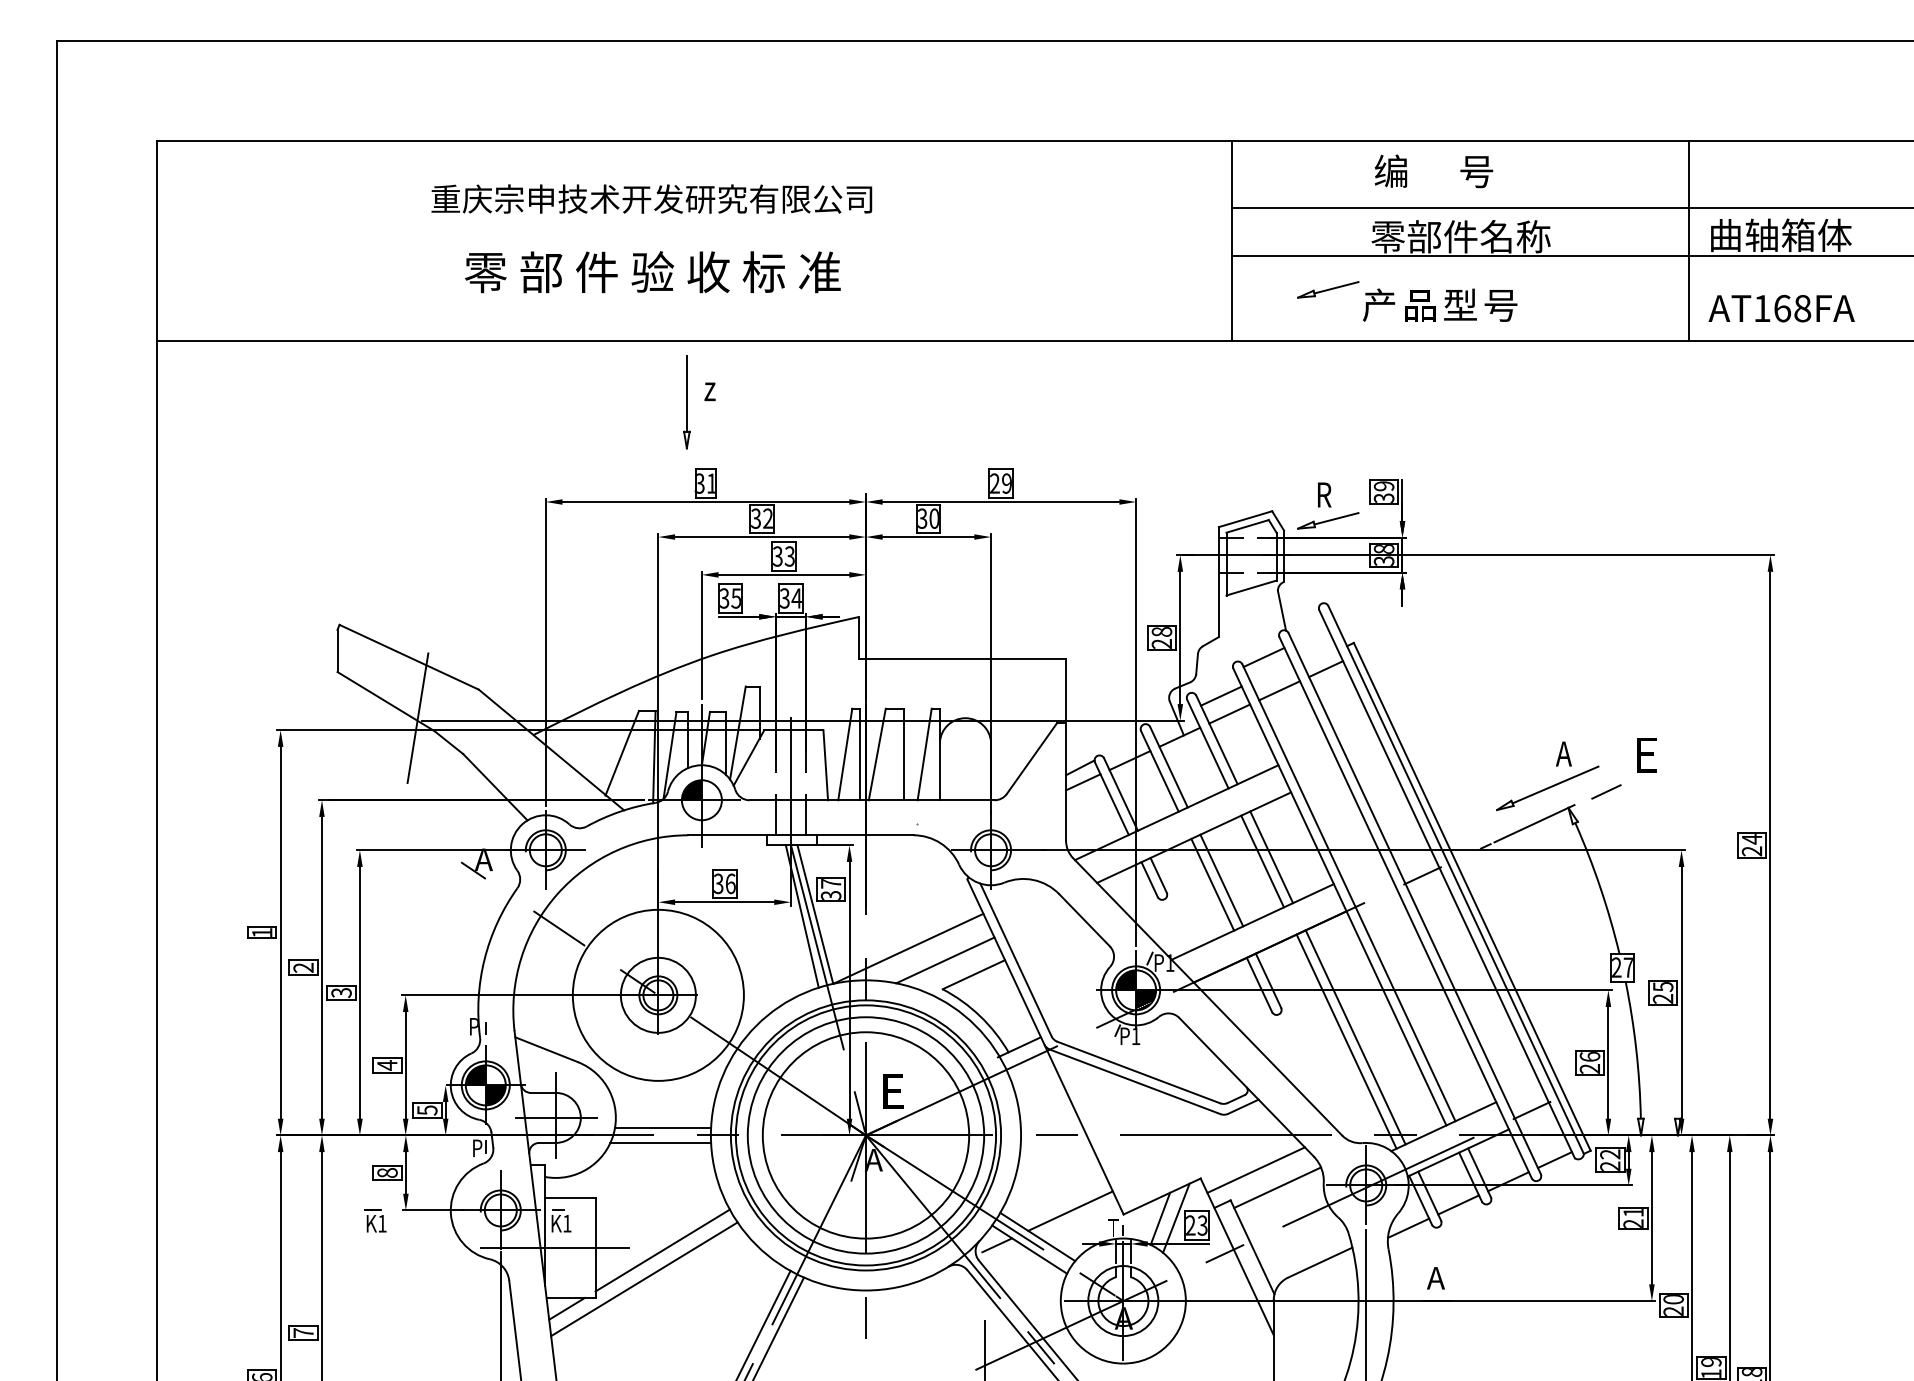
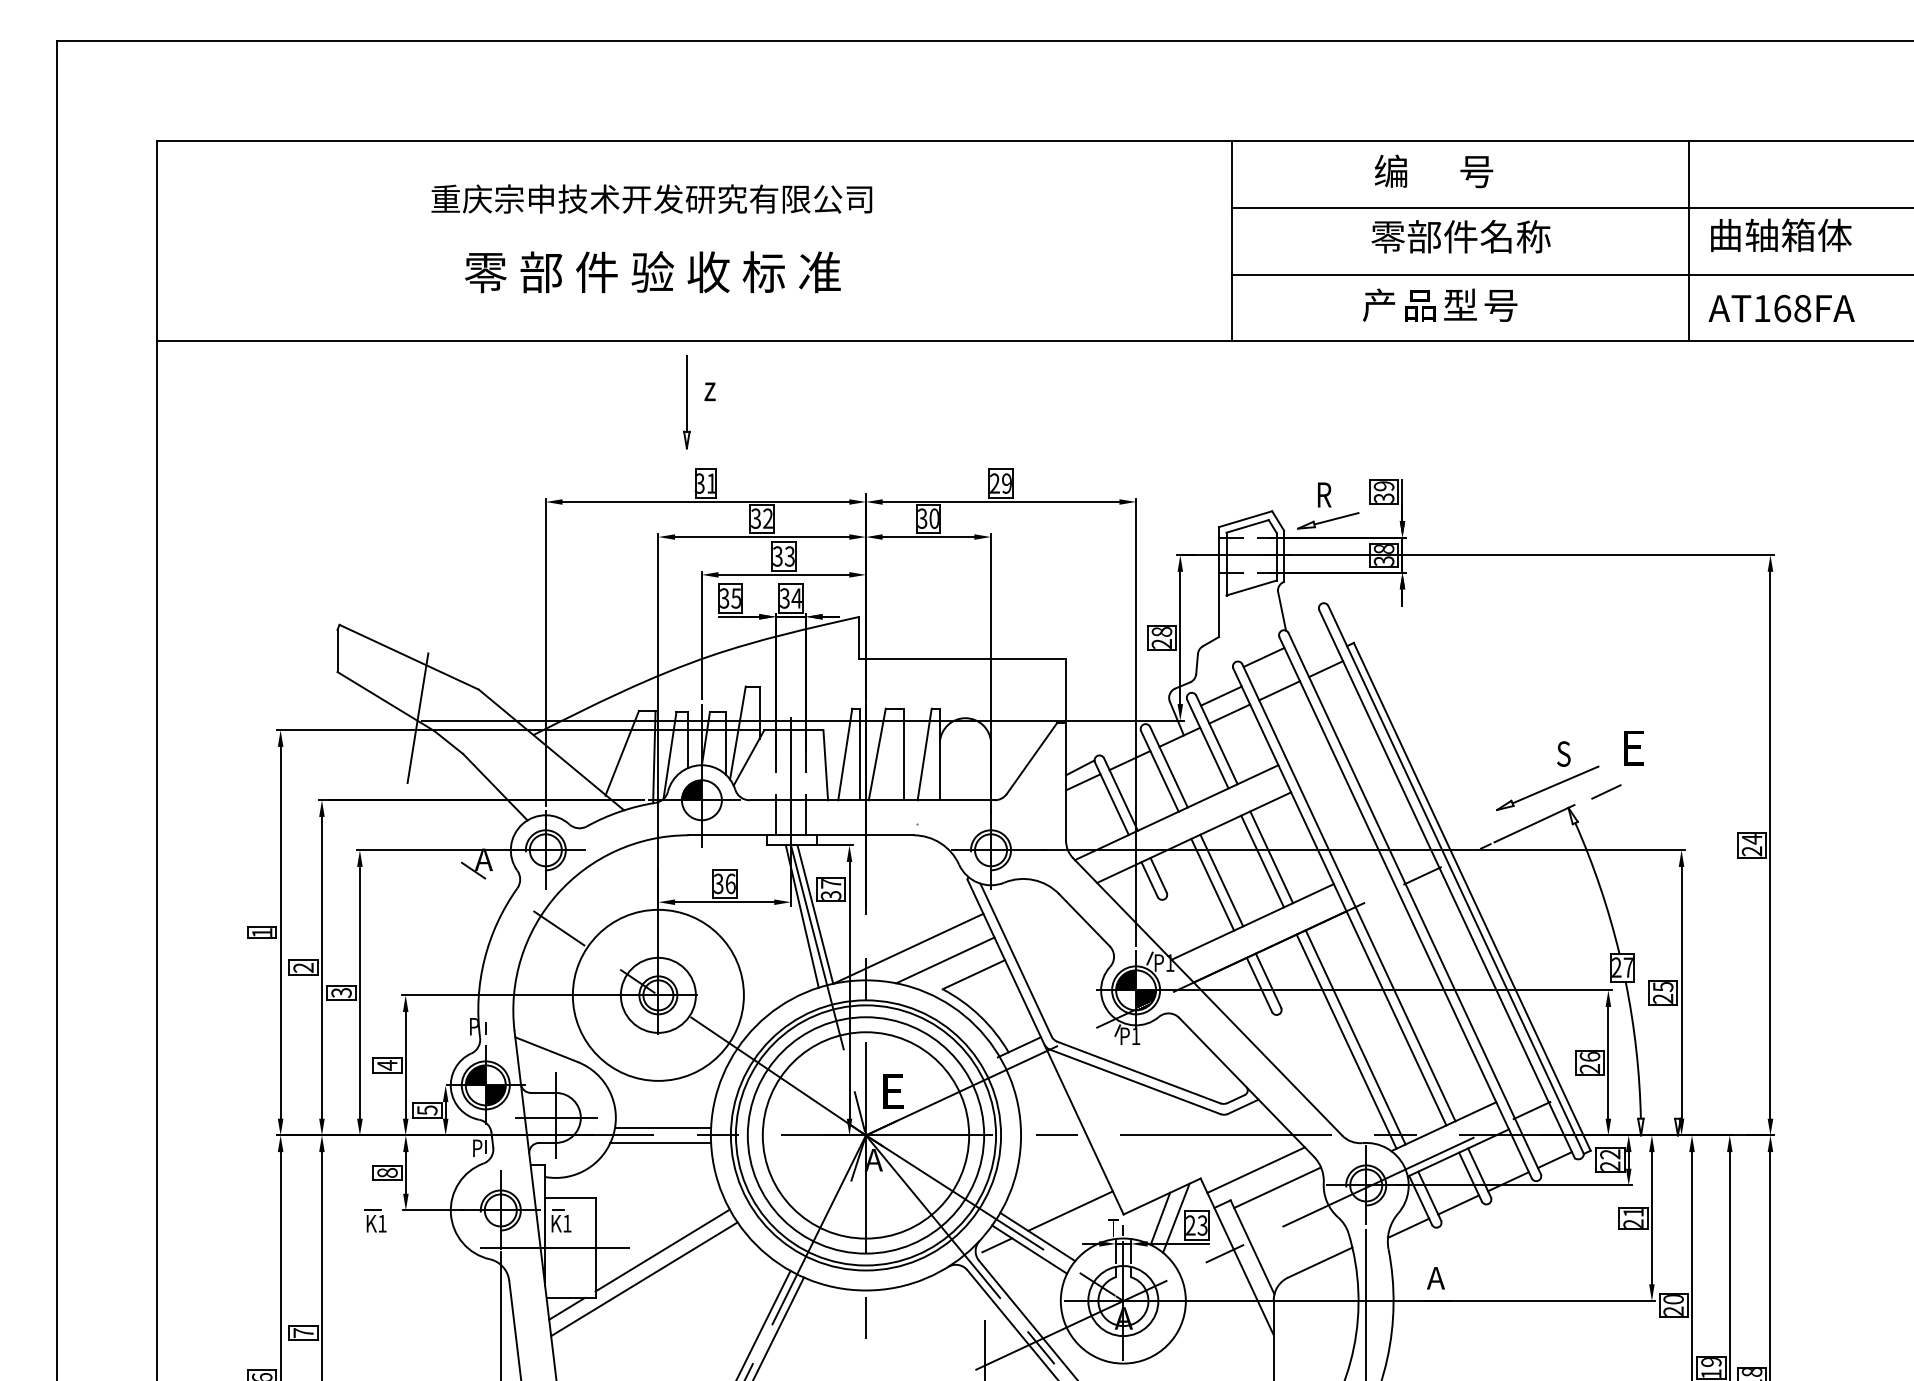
line at (1571, 255) position: (1571, 255) -> (1571, 274)
part at (1328, 289): present -> none
text at (1563, 753): A -> S
text at (1646, 755) position: (1646, 755) -> (1633, 748)
